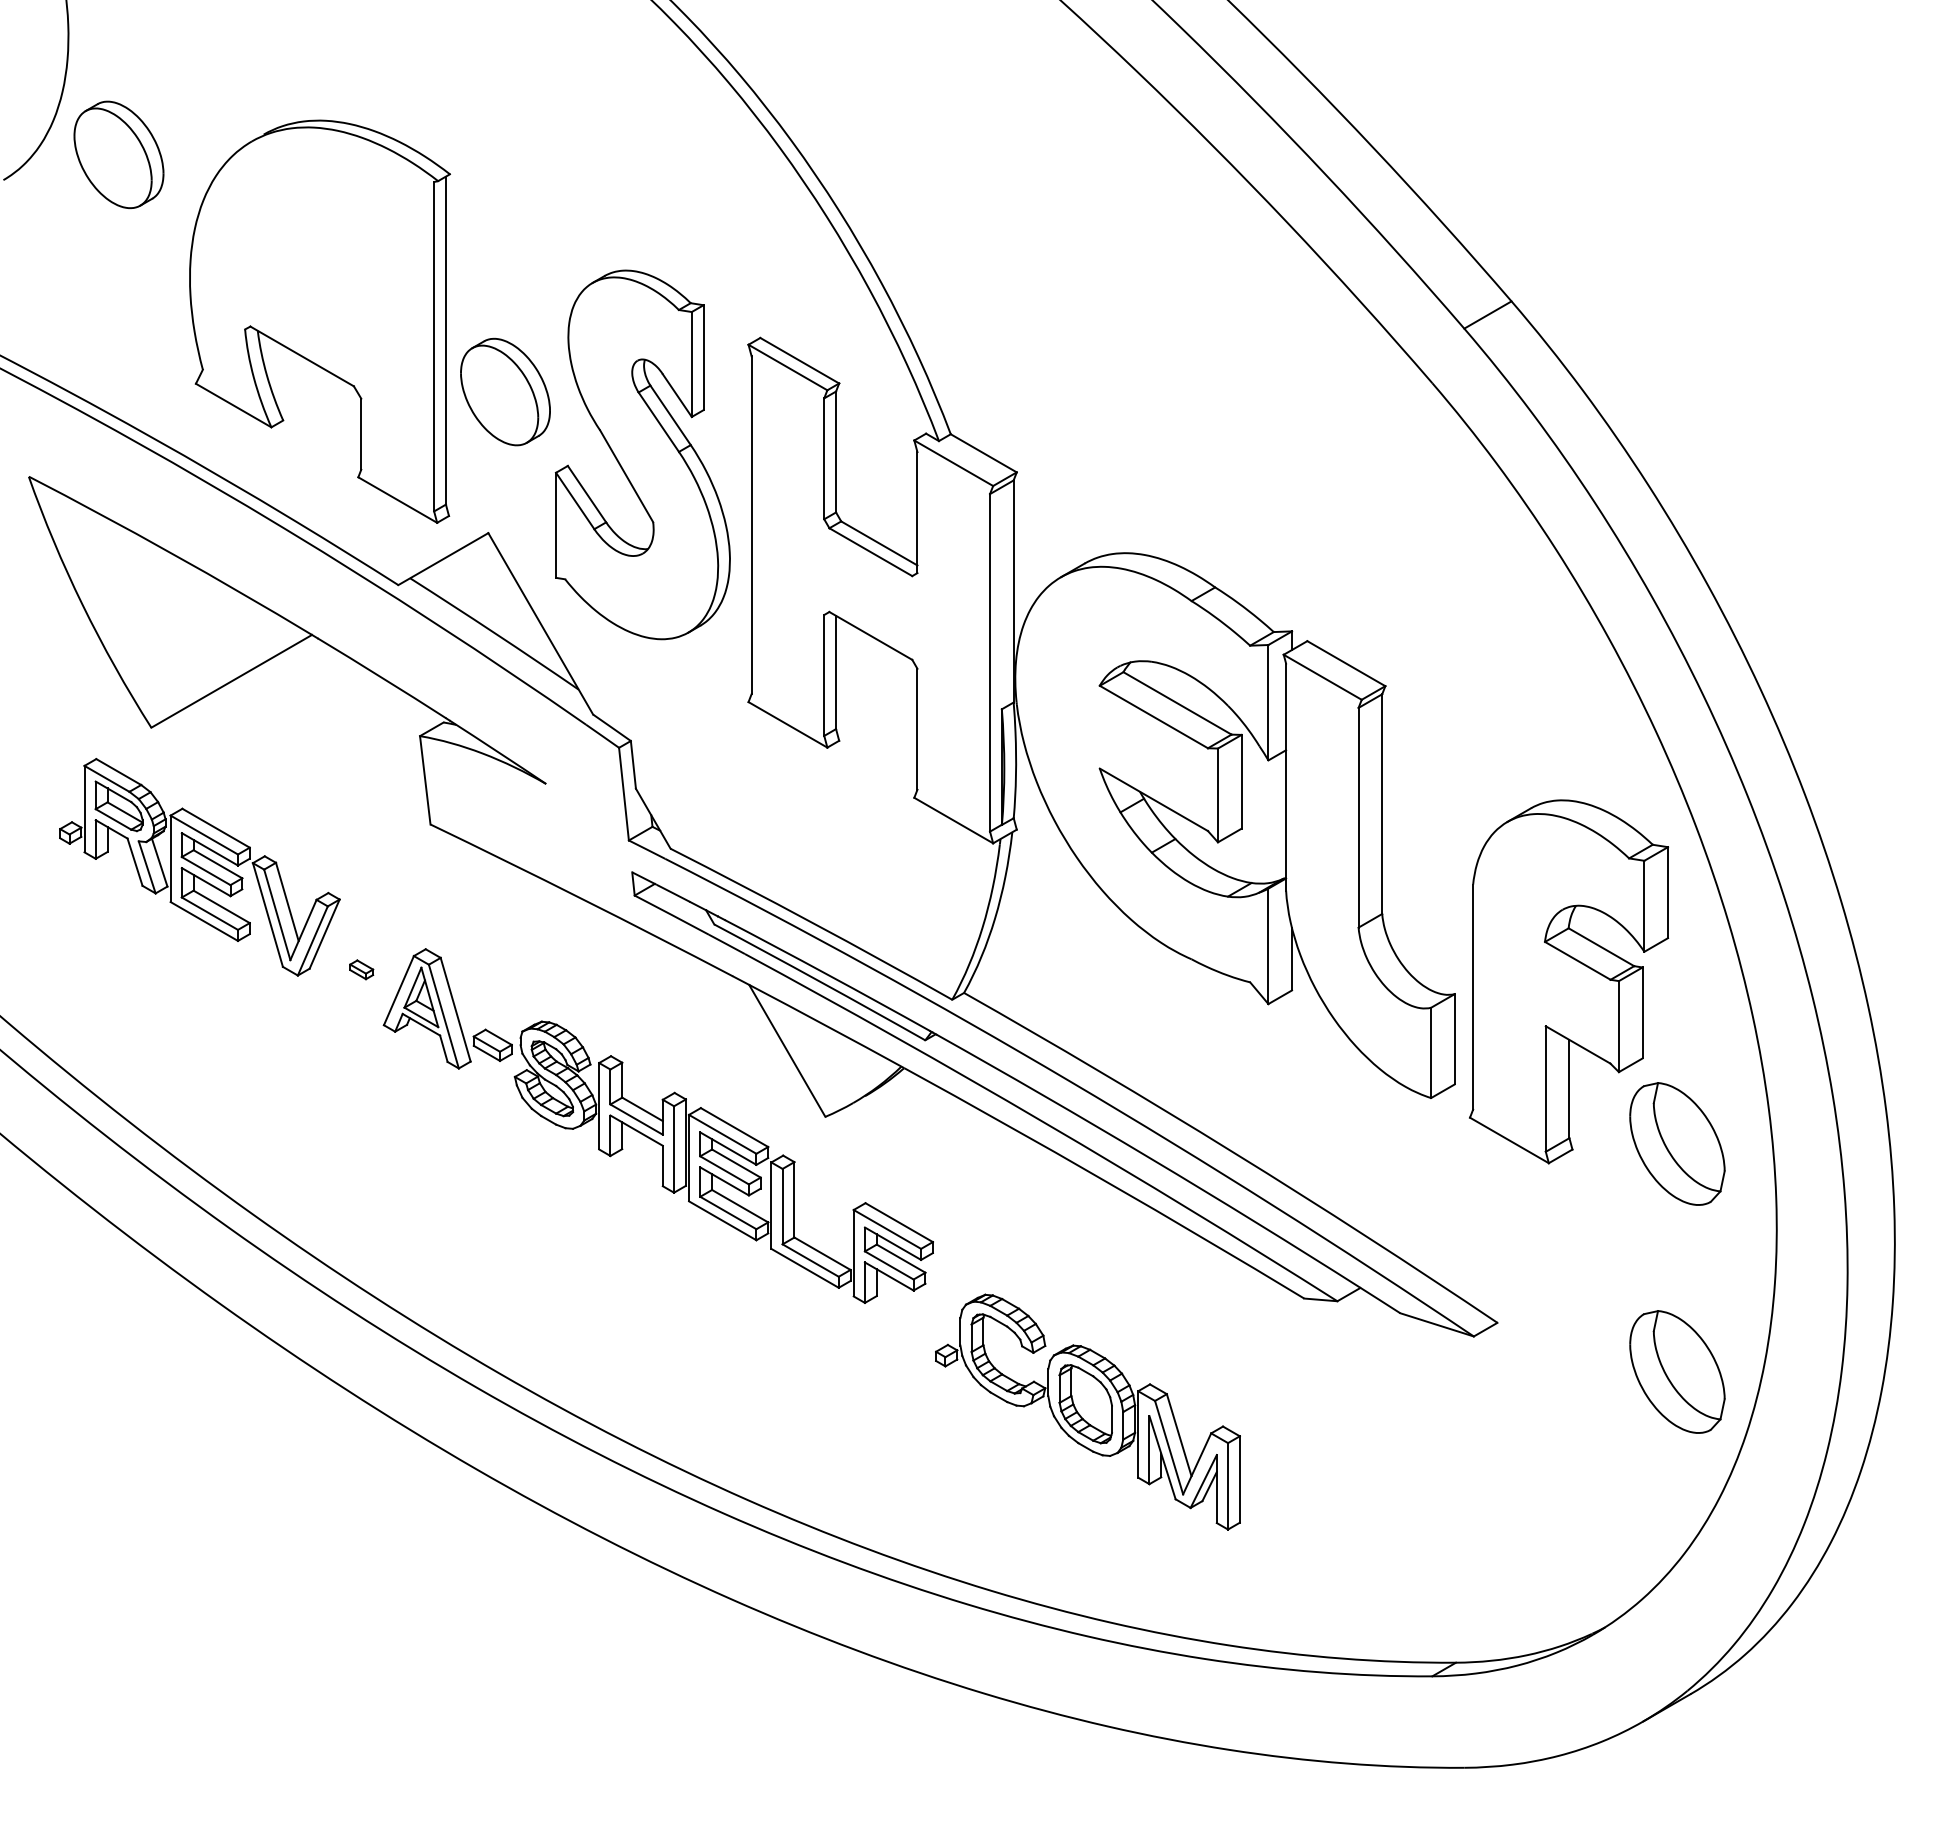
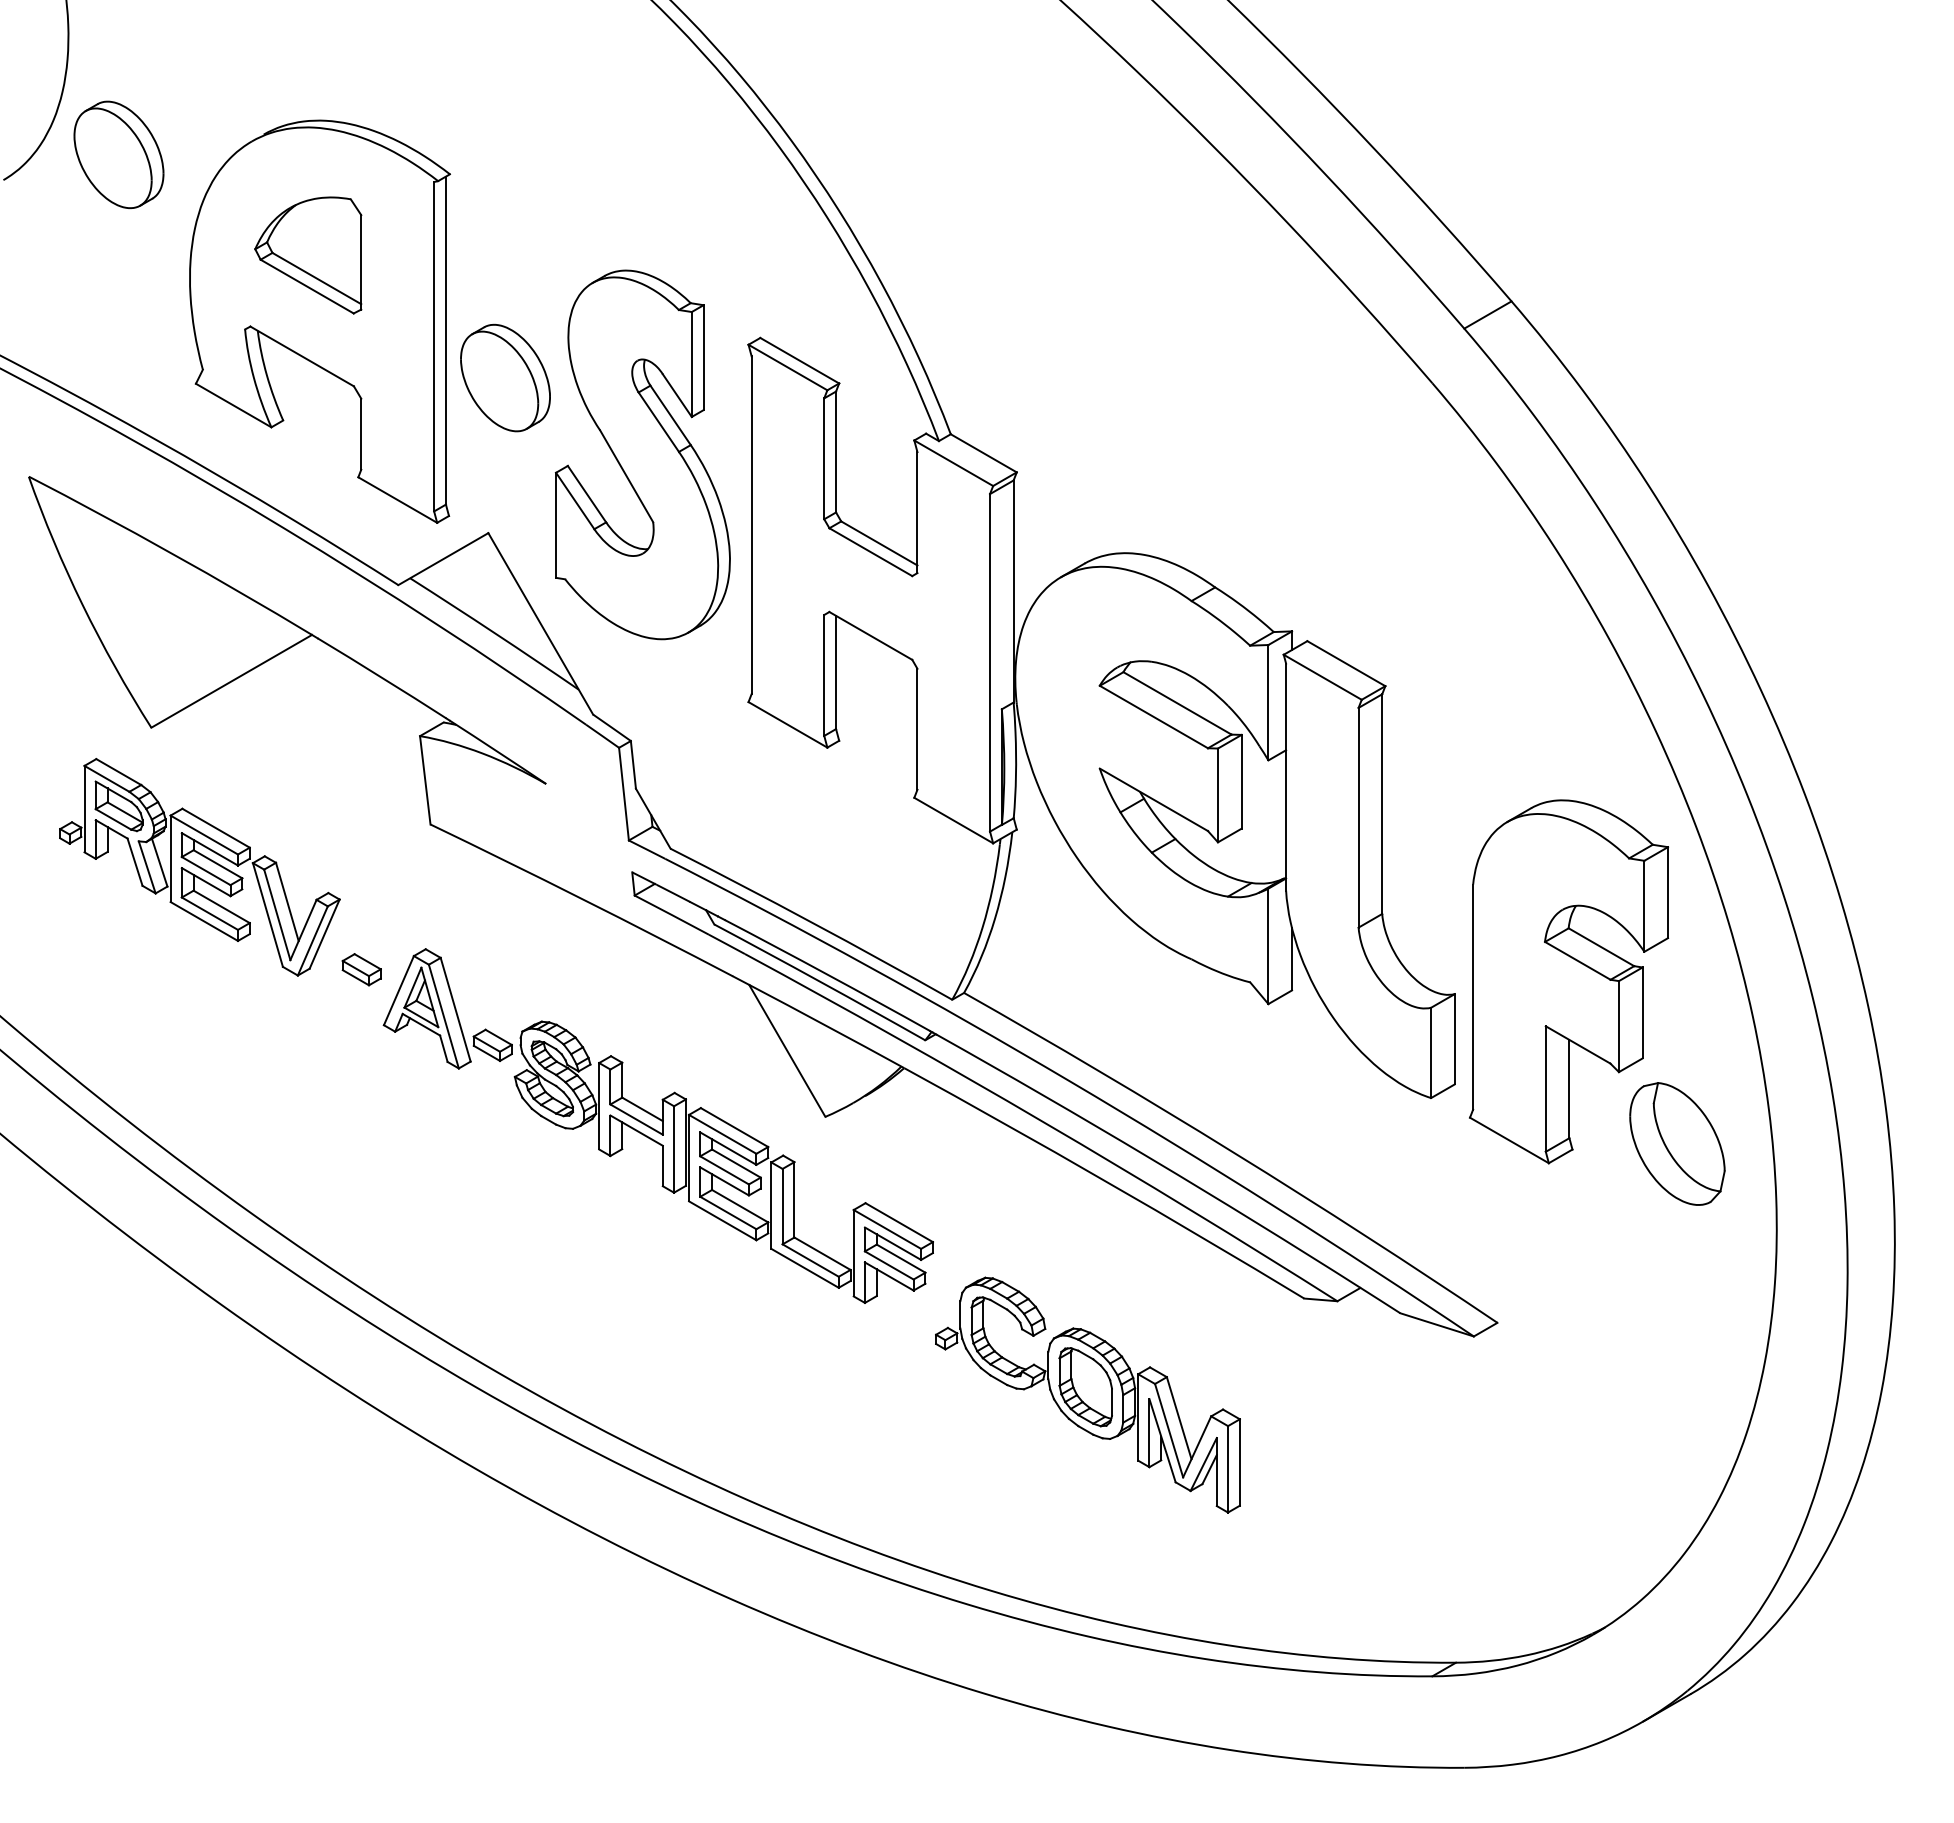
part at (308, 255): none -> present
part at (505, 391) position: (505, 391) -> (505, 377)
part at (361, 969) size: 26x22 px -> 41x34 px
part at (1677, 1371): present -> none
part at (1087, 1411) position: (1087, 1411) -> (1087, 1394)
